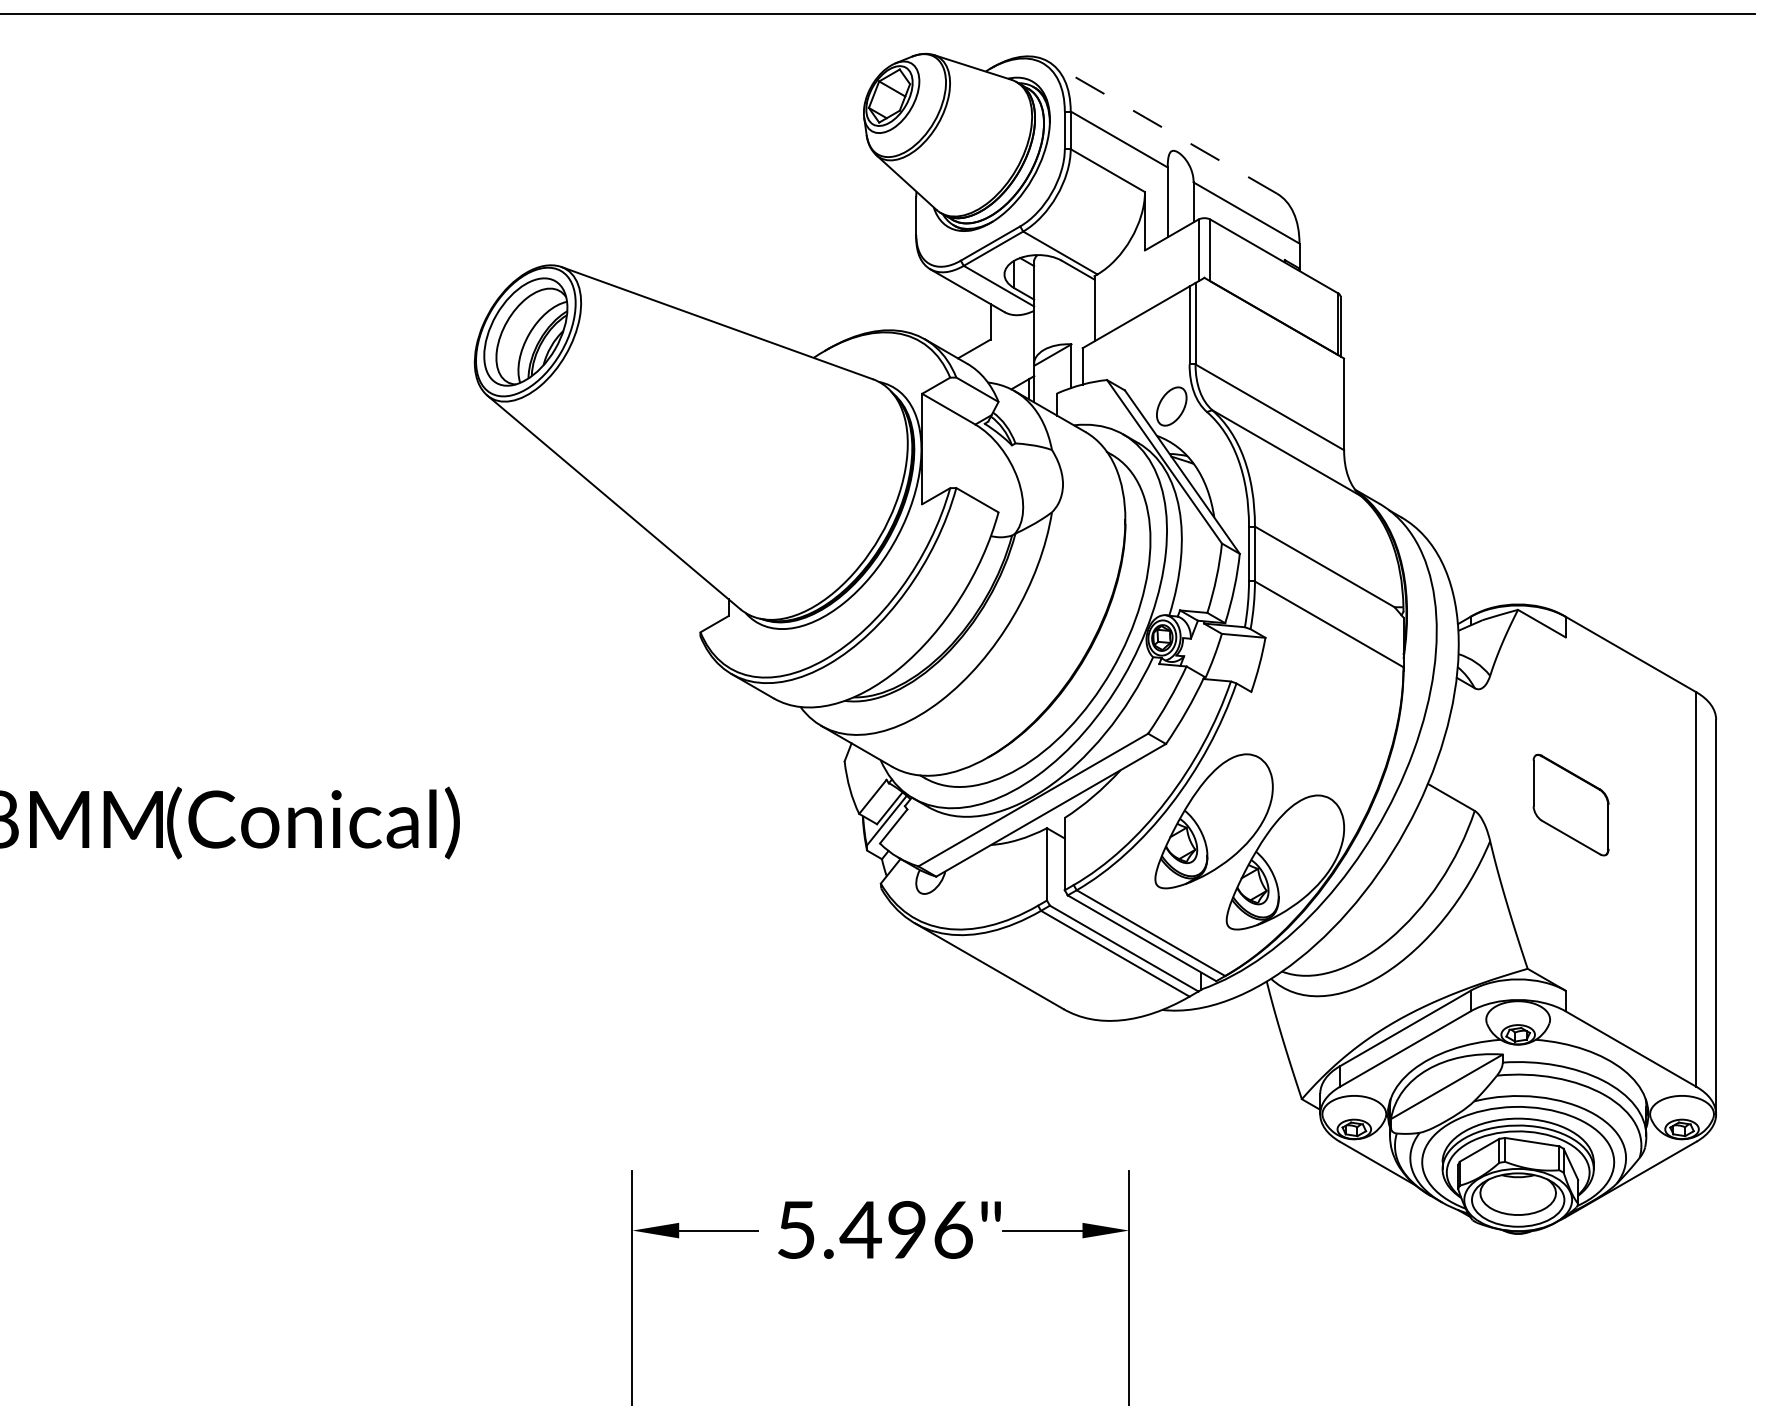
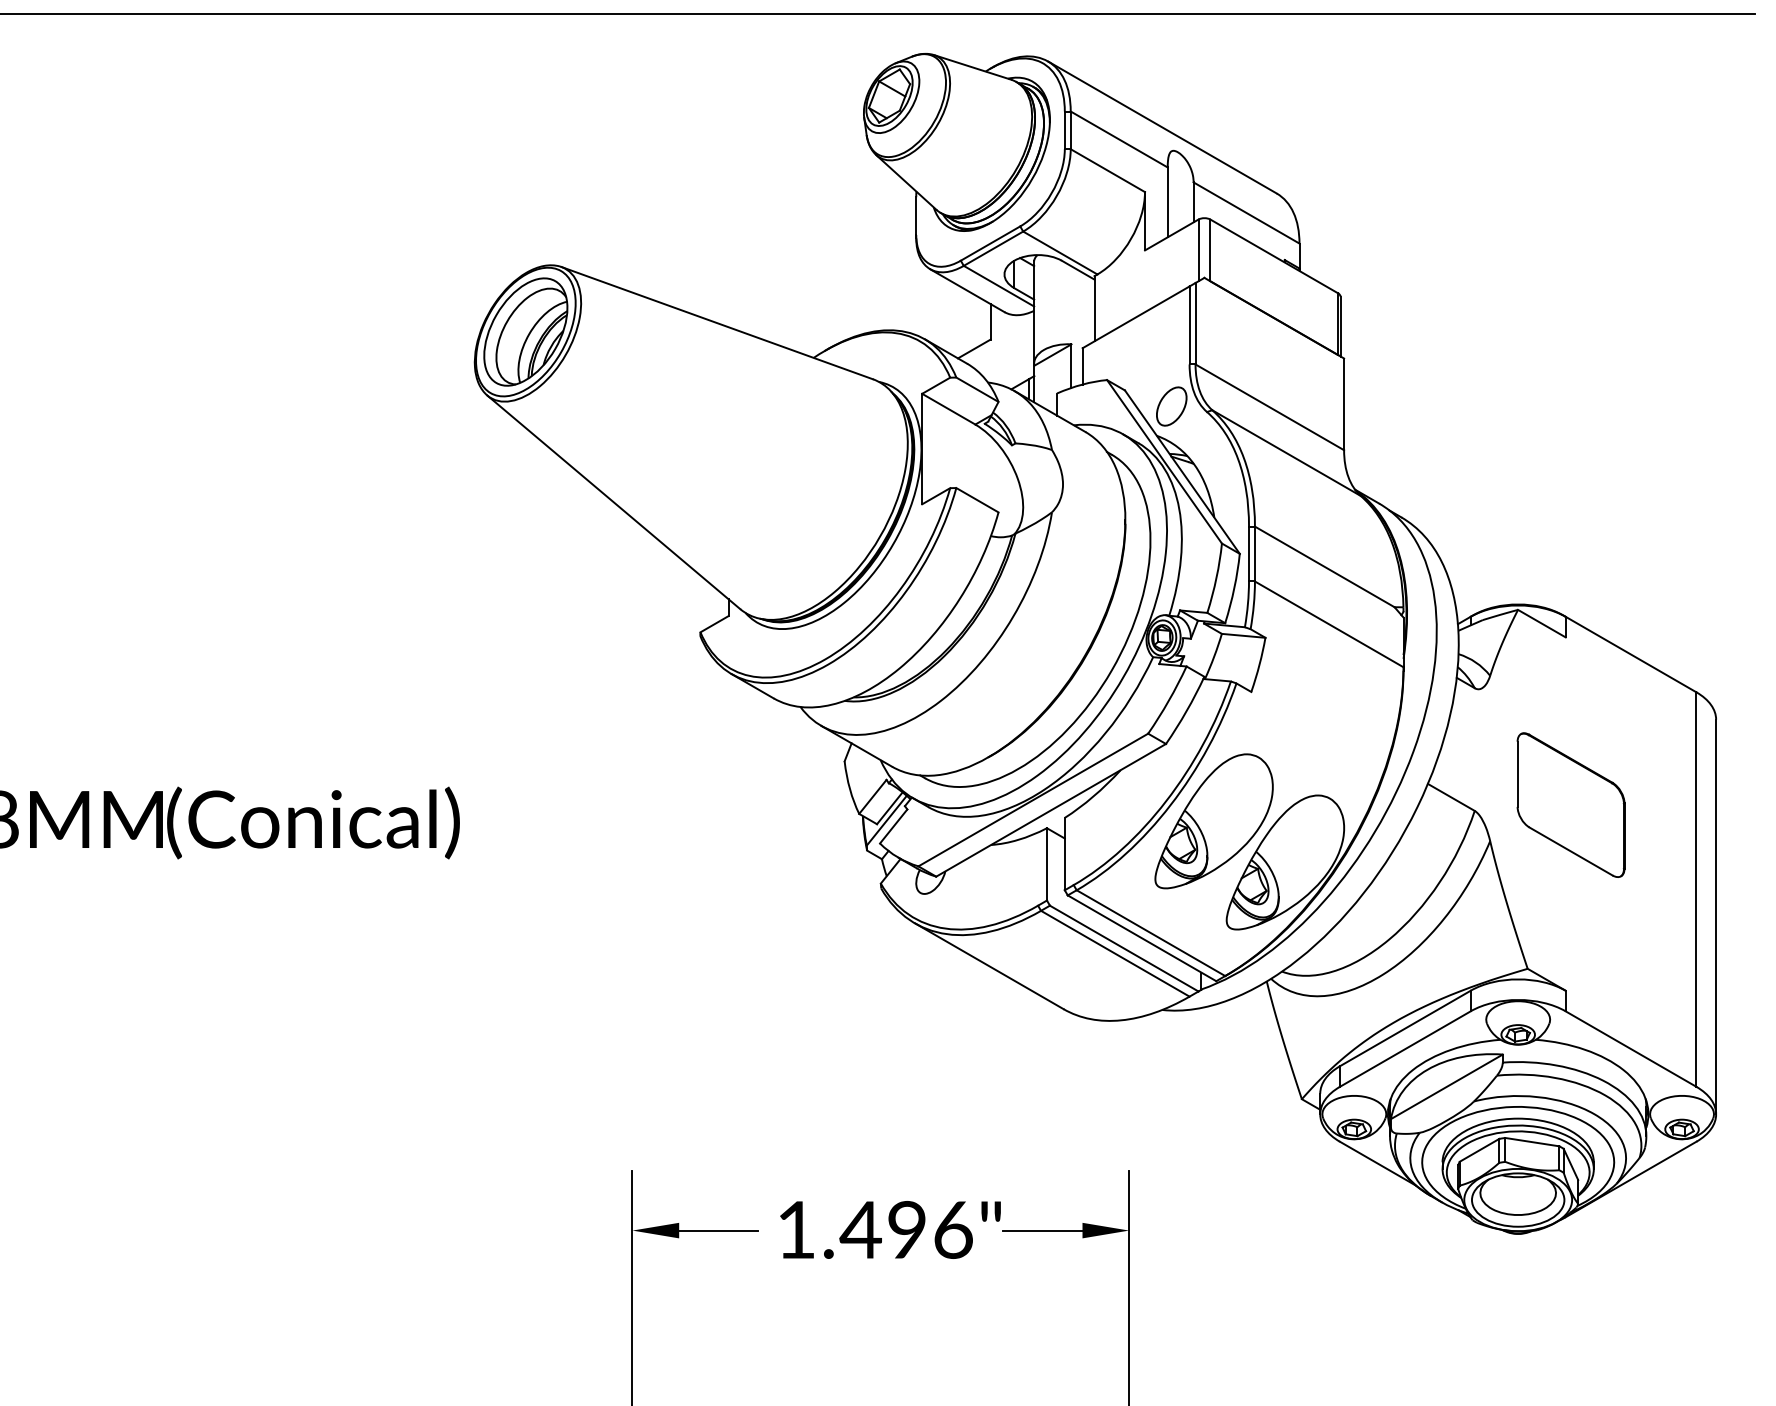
line at (1162, 127): dashed -> solid
part at (1570, 804) size: 78x104 px -> 110x146 px
text at (796, 1229): 5.496" -> 1.496"
